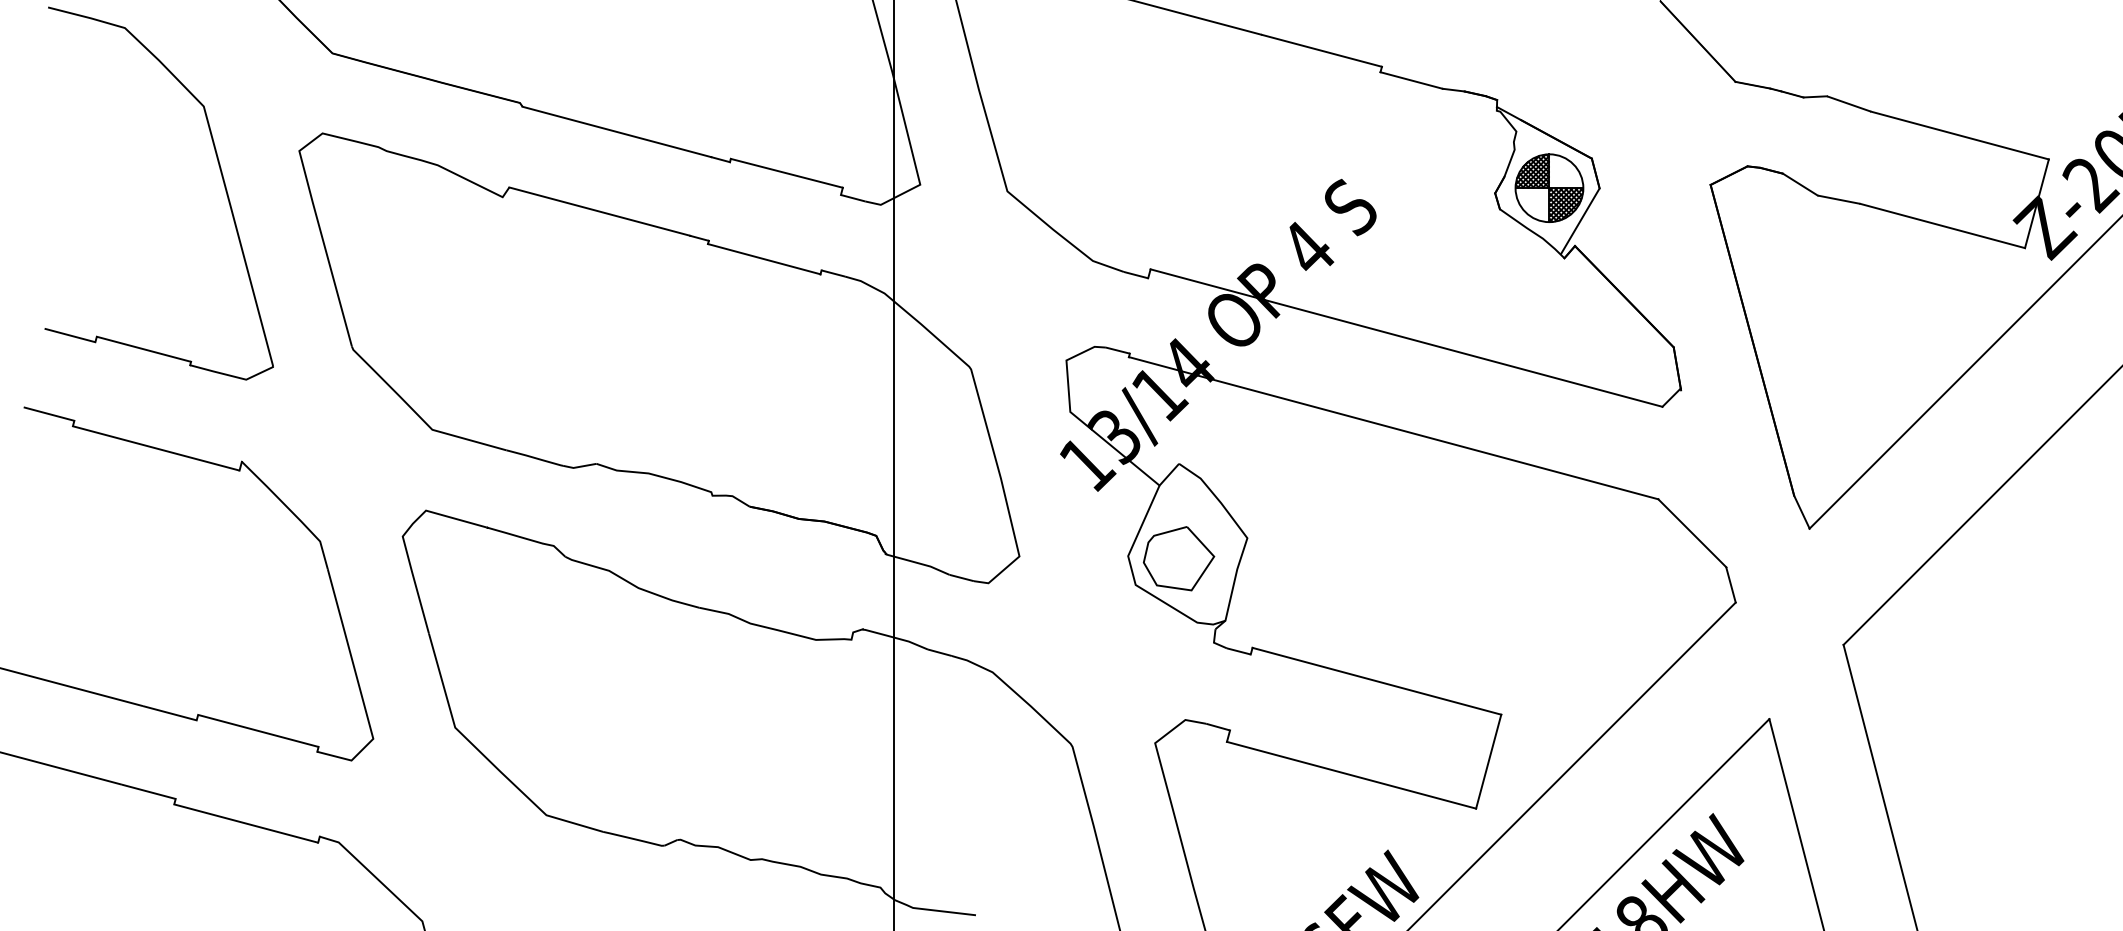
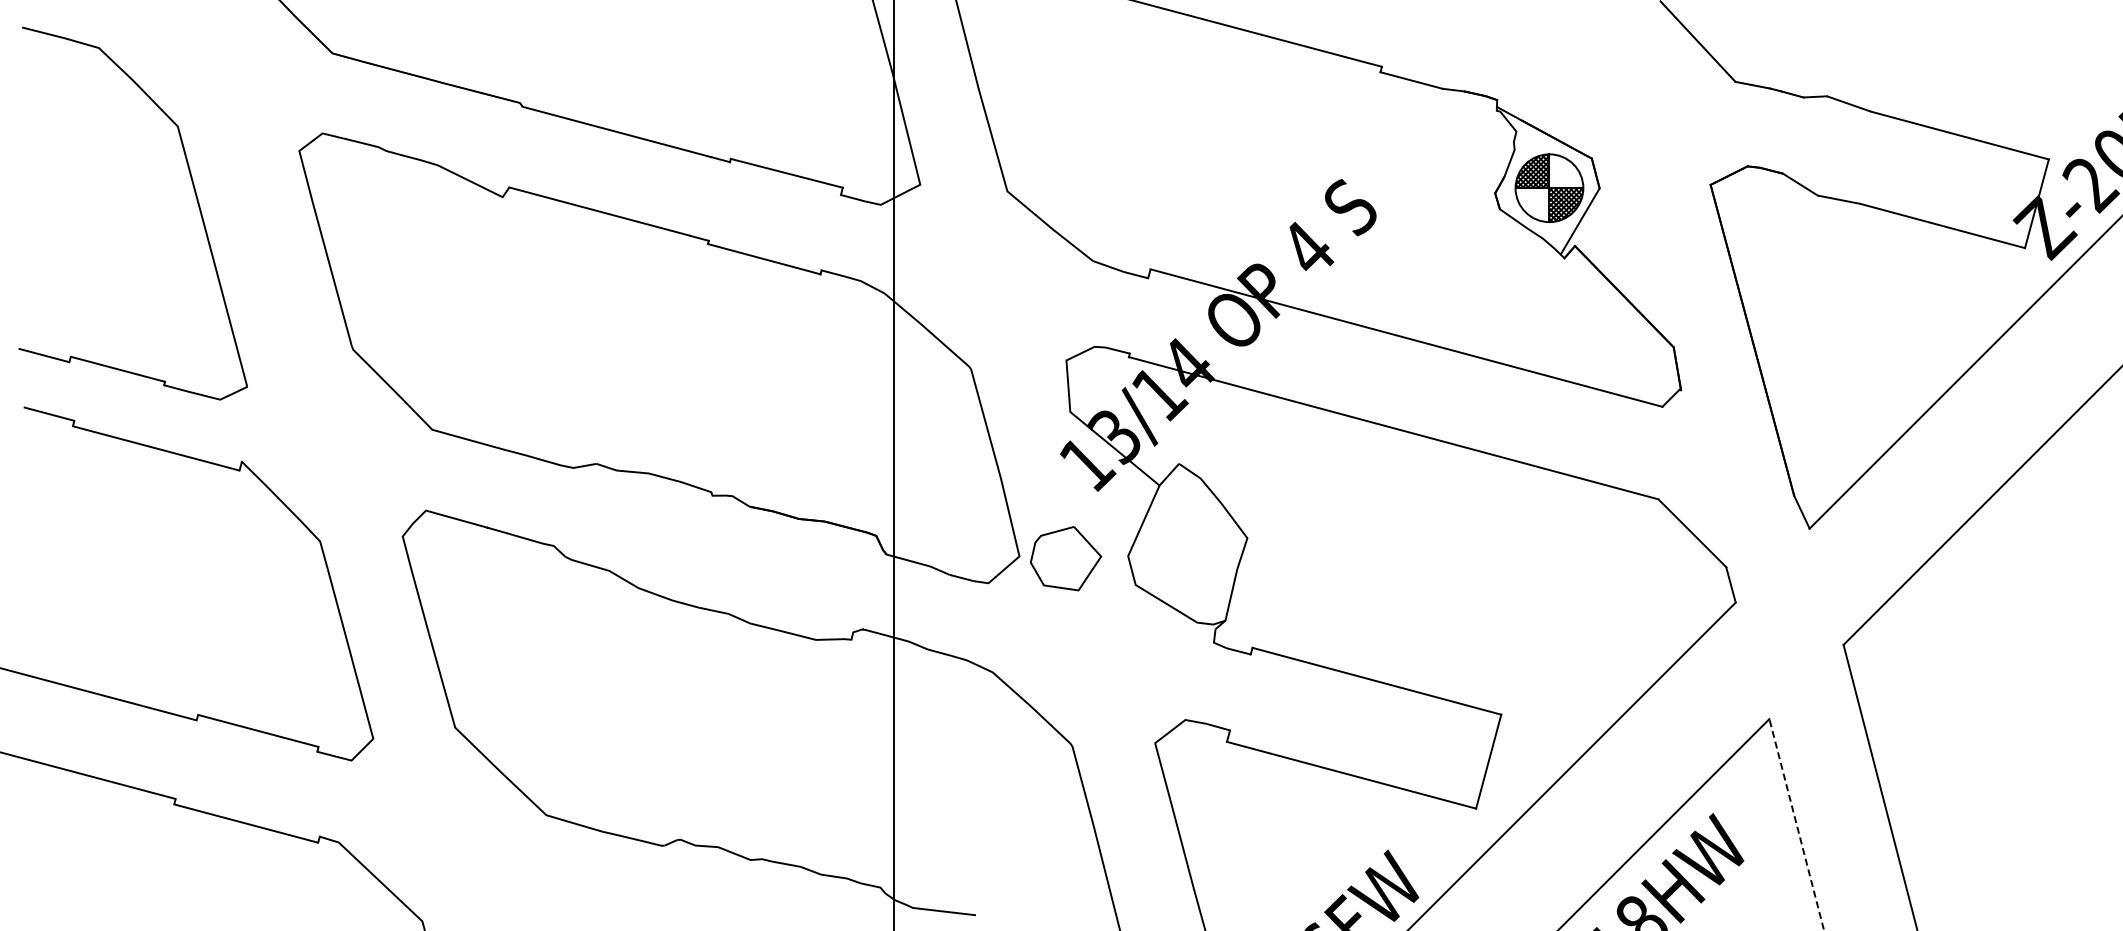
part at (220, 173) position: (220, 173) -> (194, 193)
part at (1179, 558) position: (1179, 558) -> (1066, 558)
line at (1796, 824): solid -> dashed
